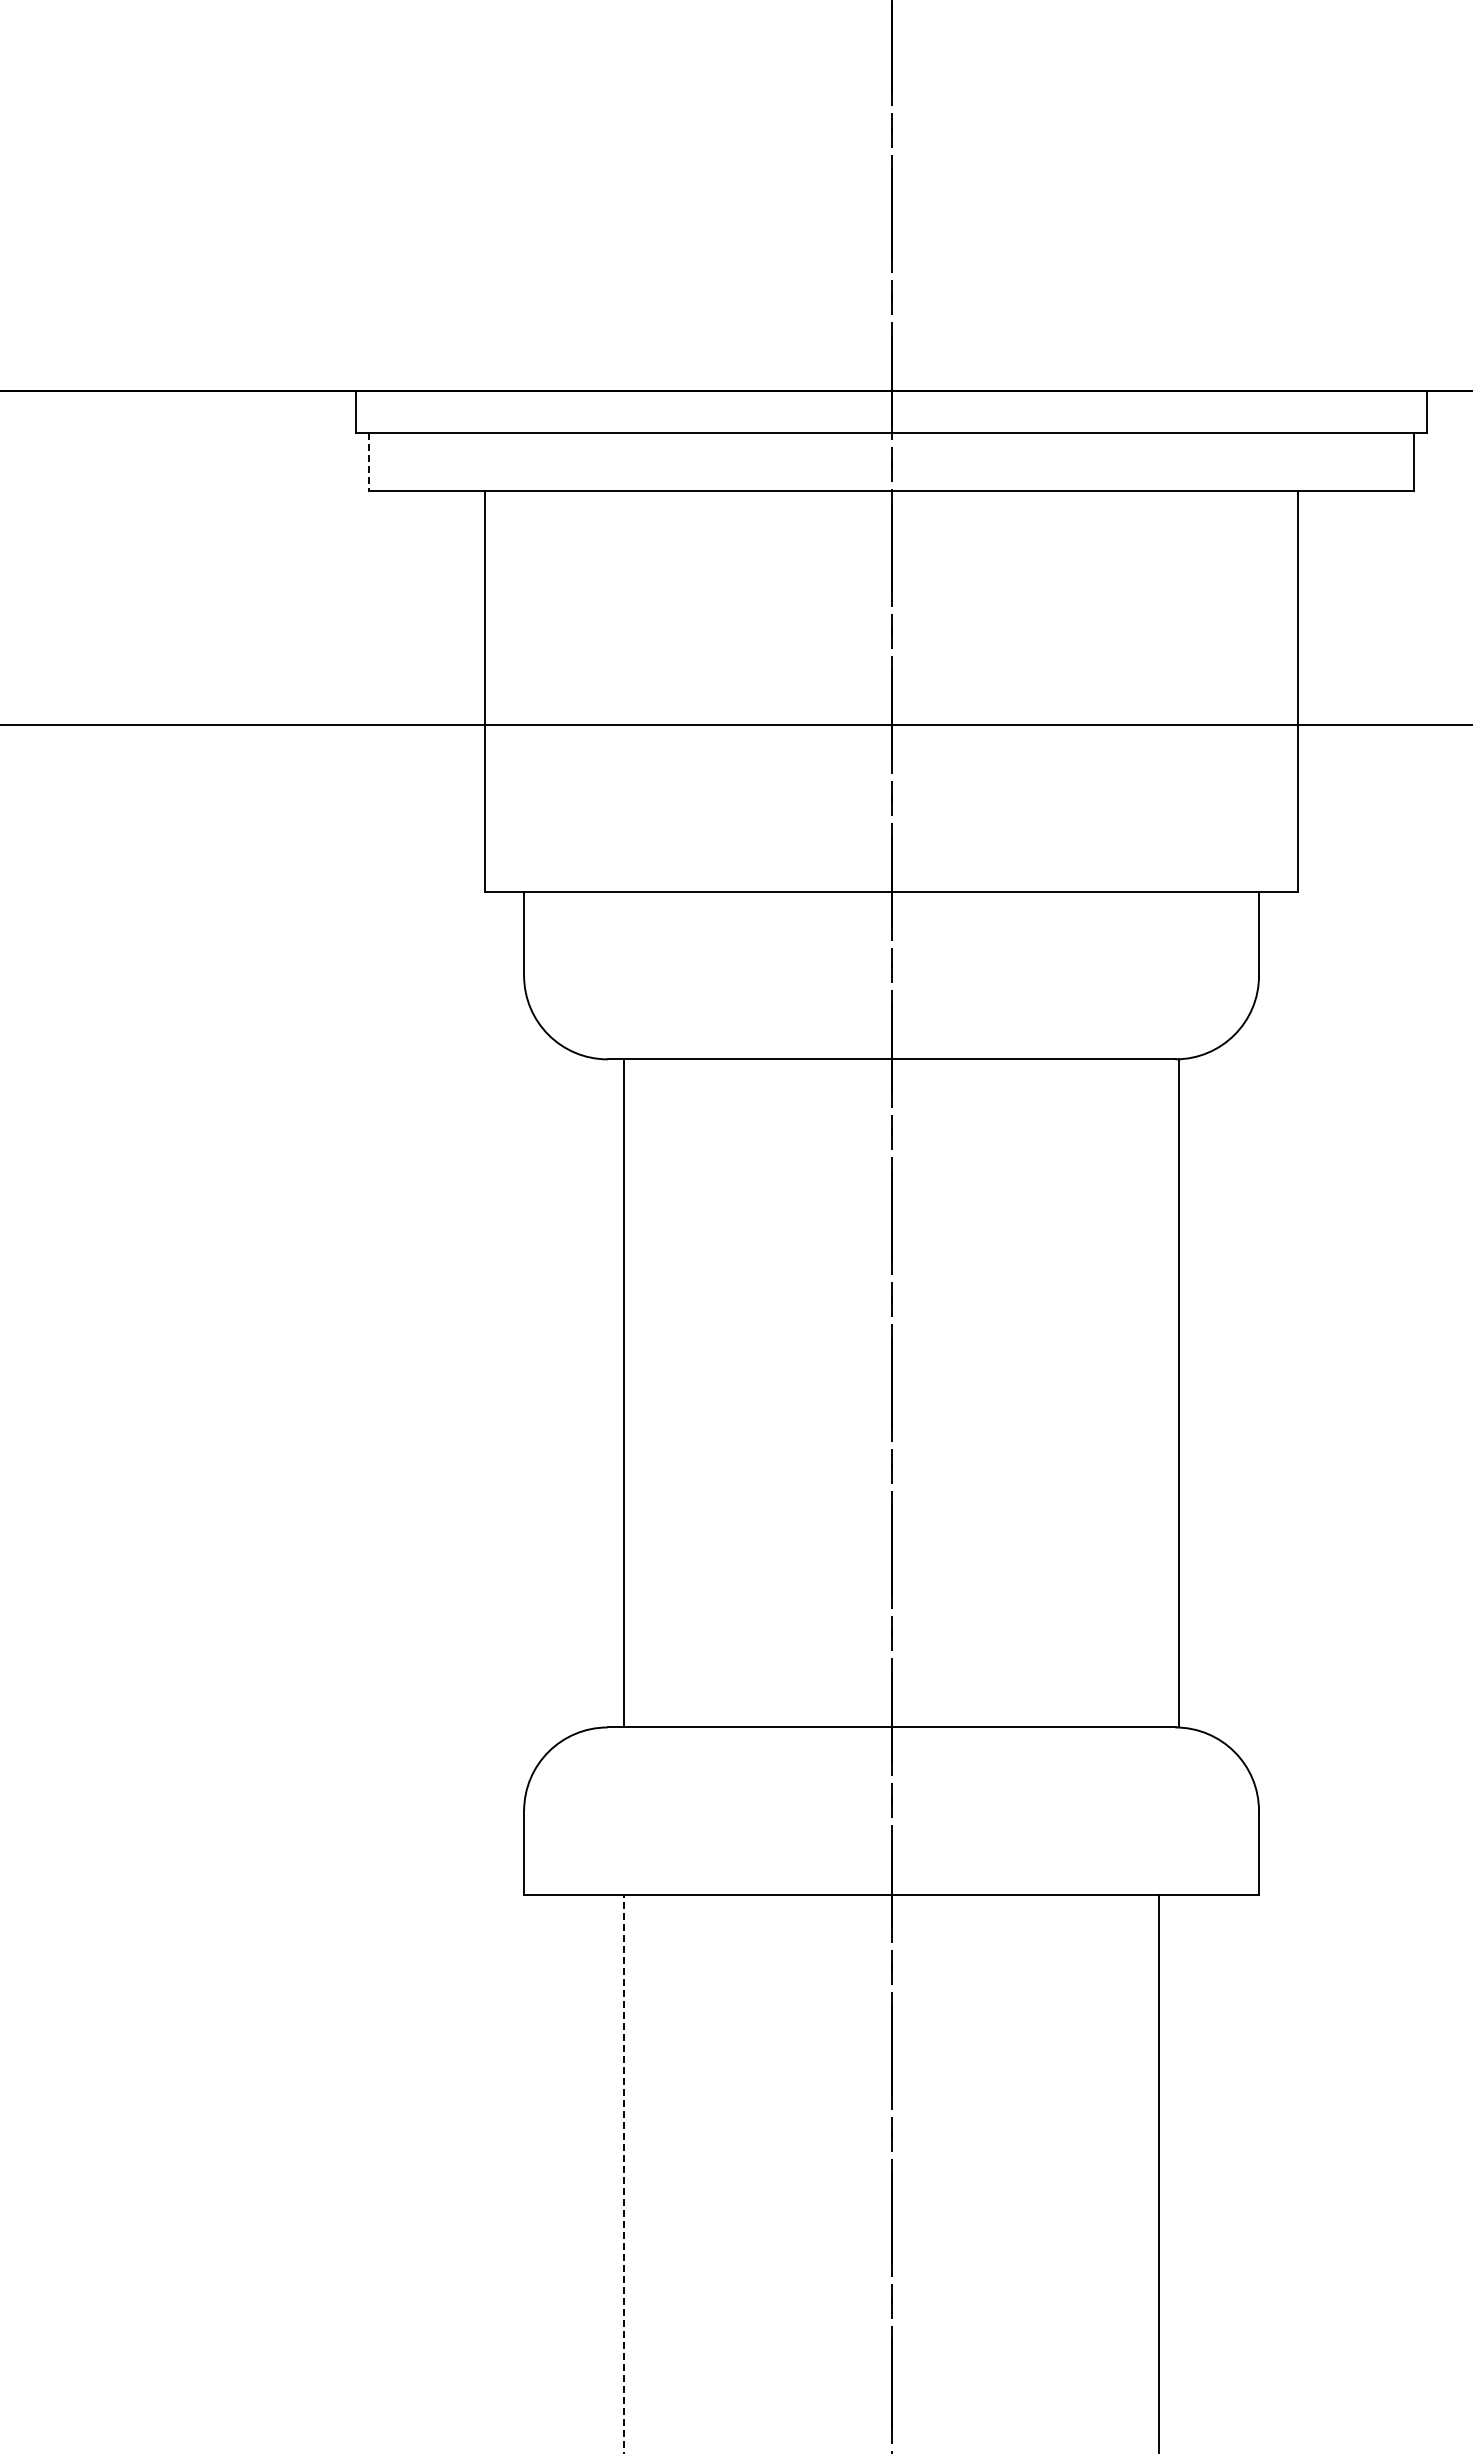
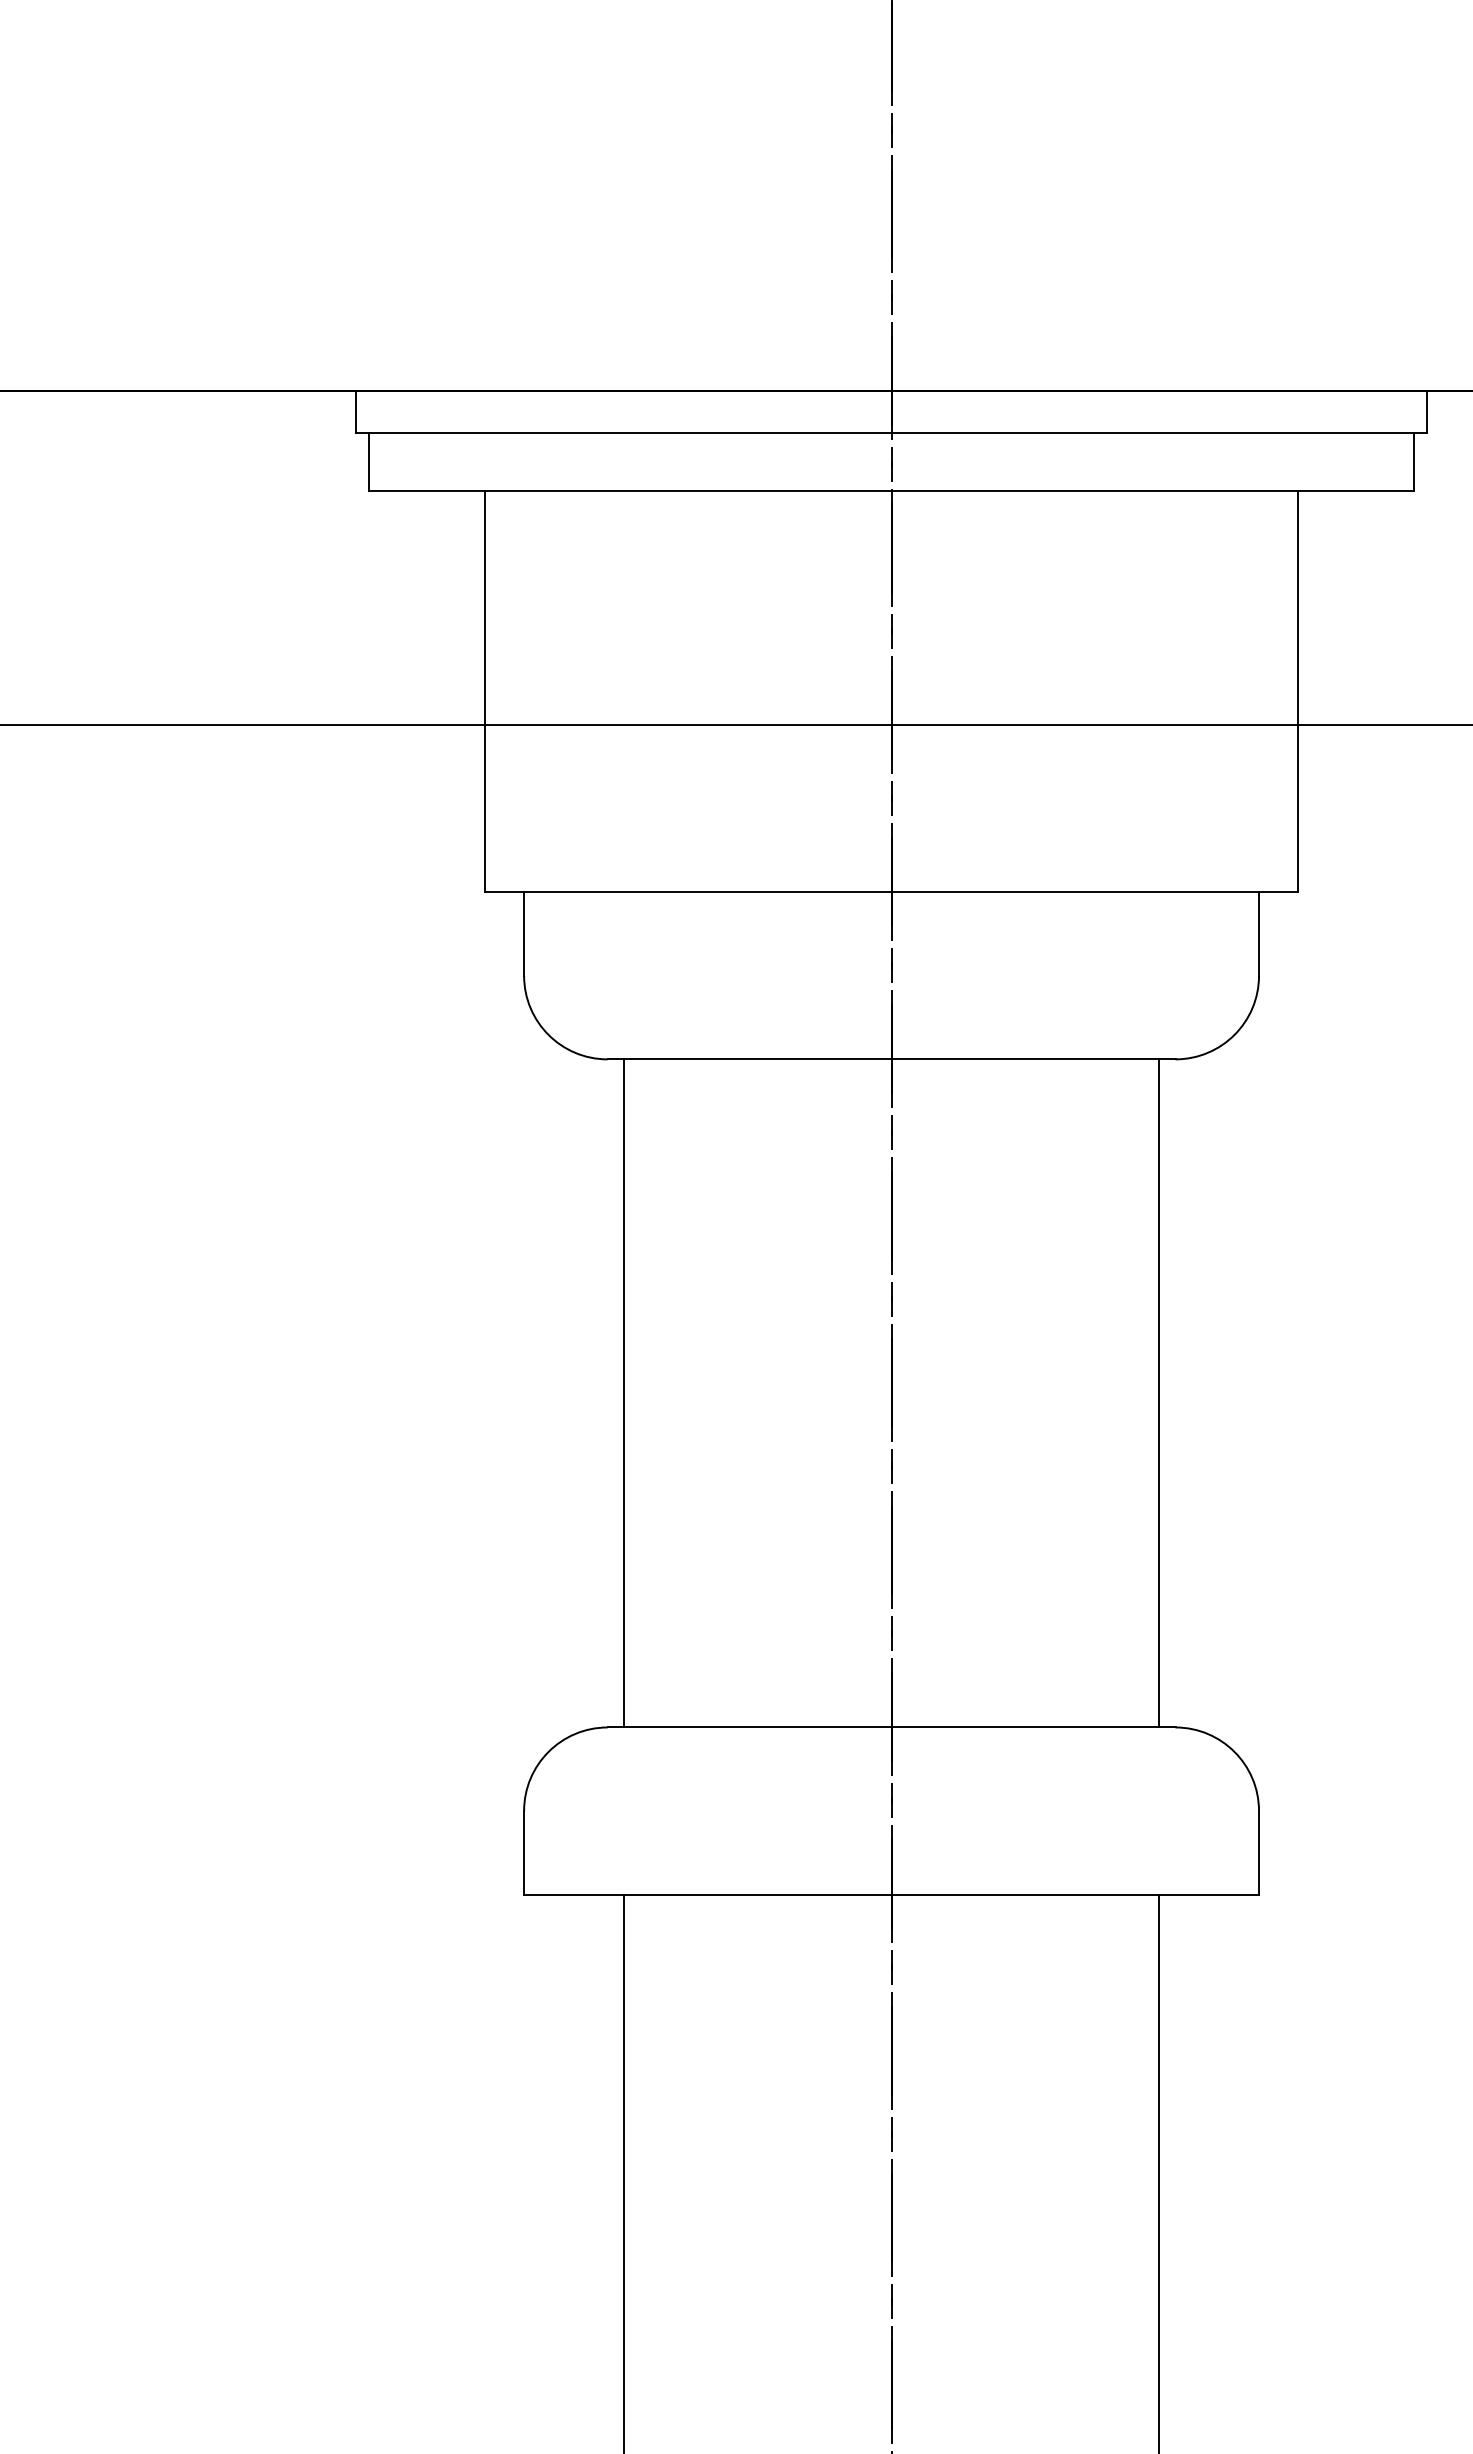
line at (369, 462): dashed -> solid
line at (1178, 1393) position: (1178, 1393) -> (1158, 1393)
line at (624, 2173): dashed -> solid
